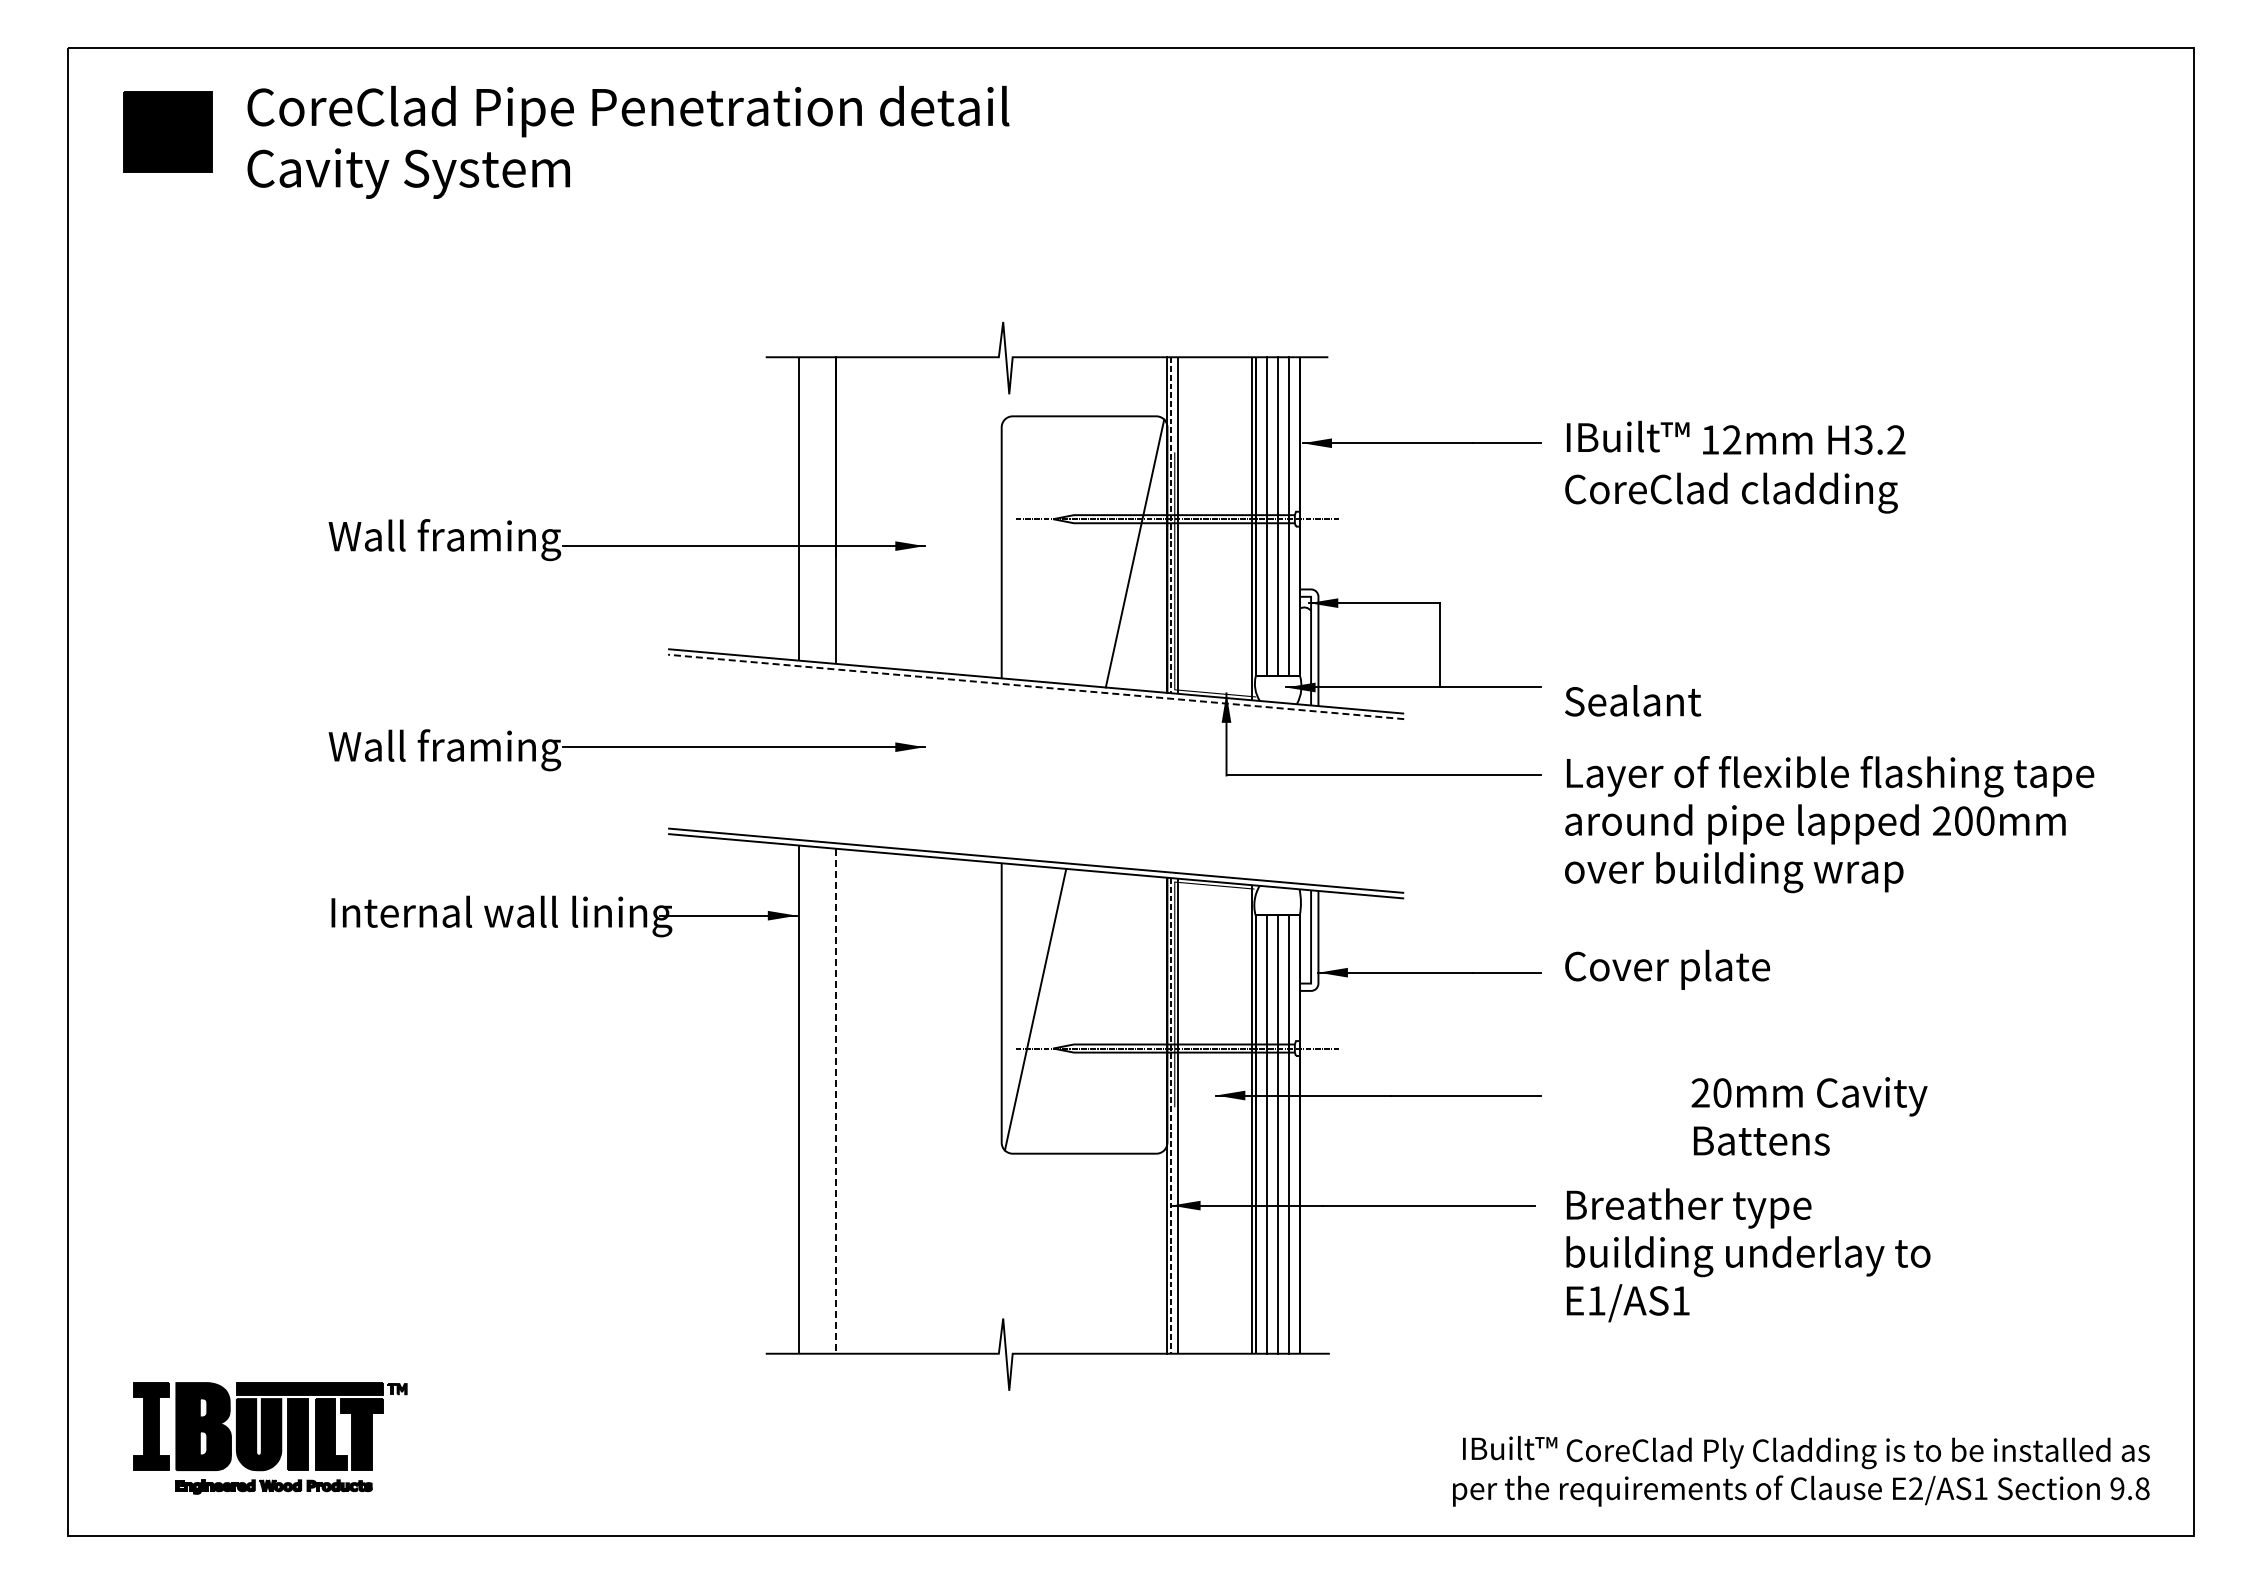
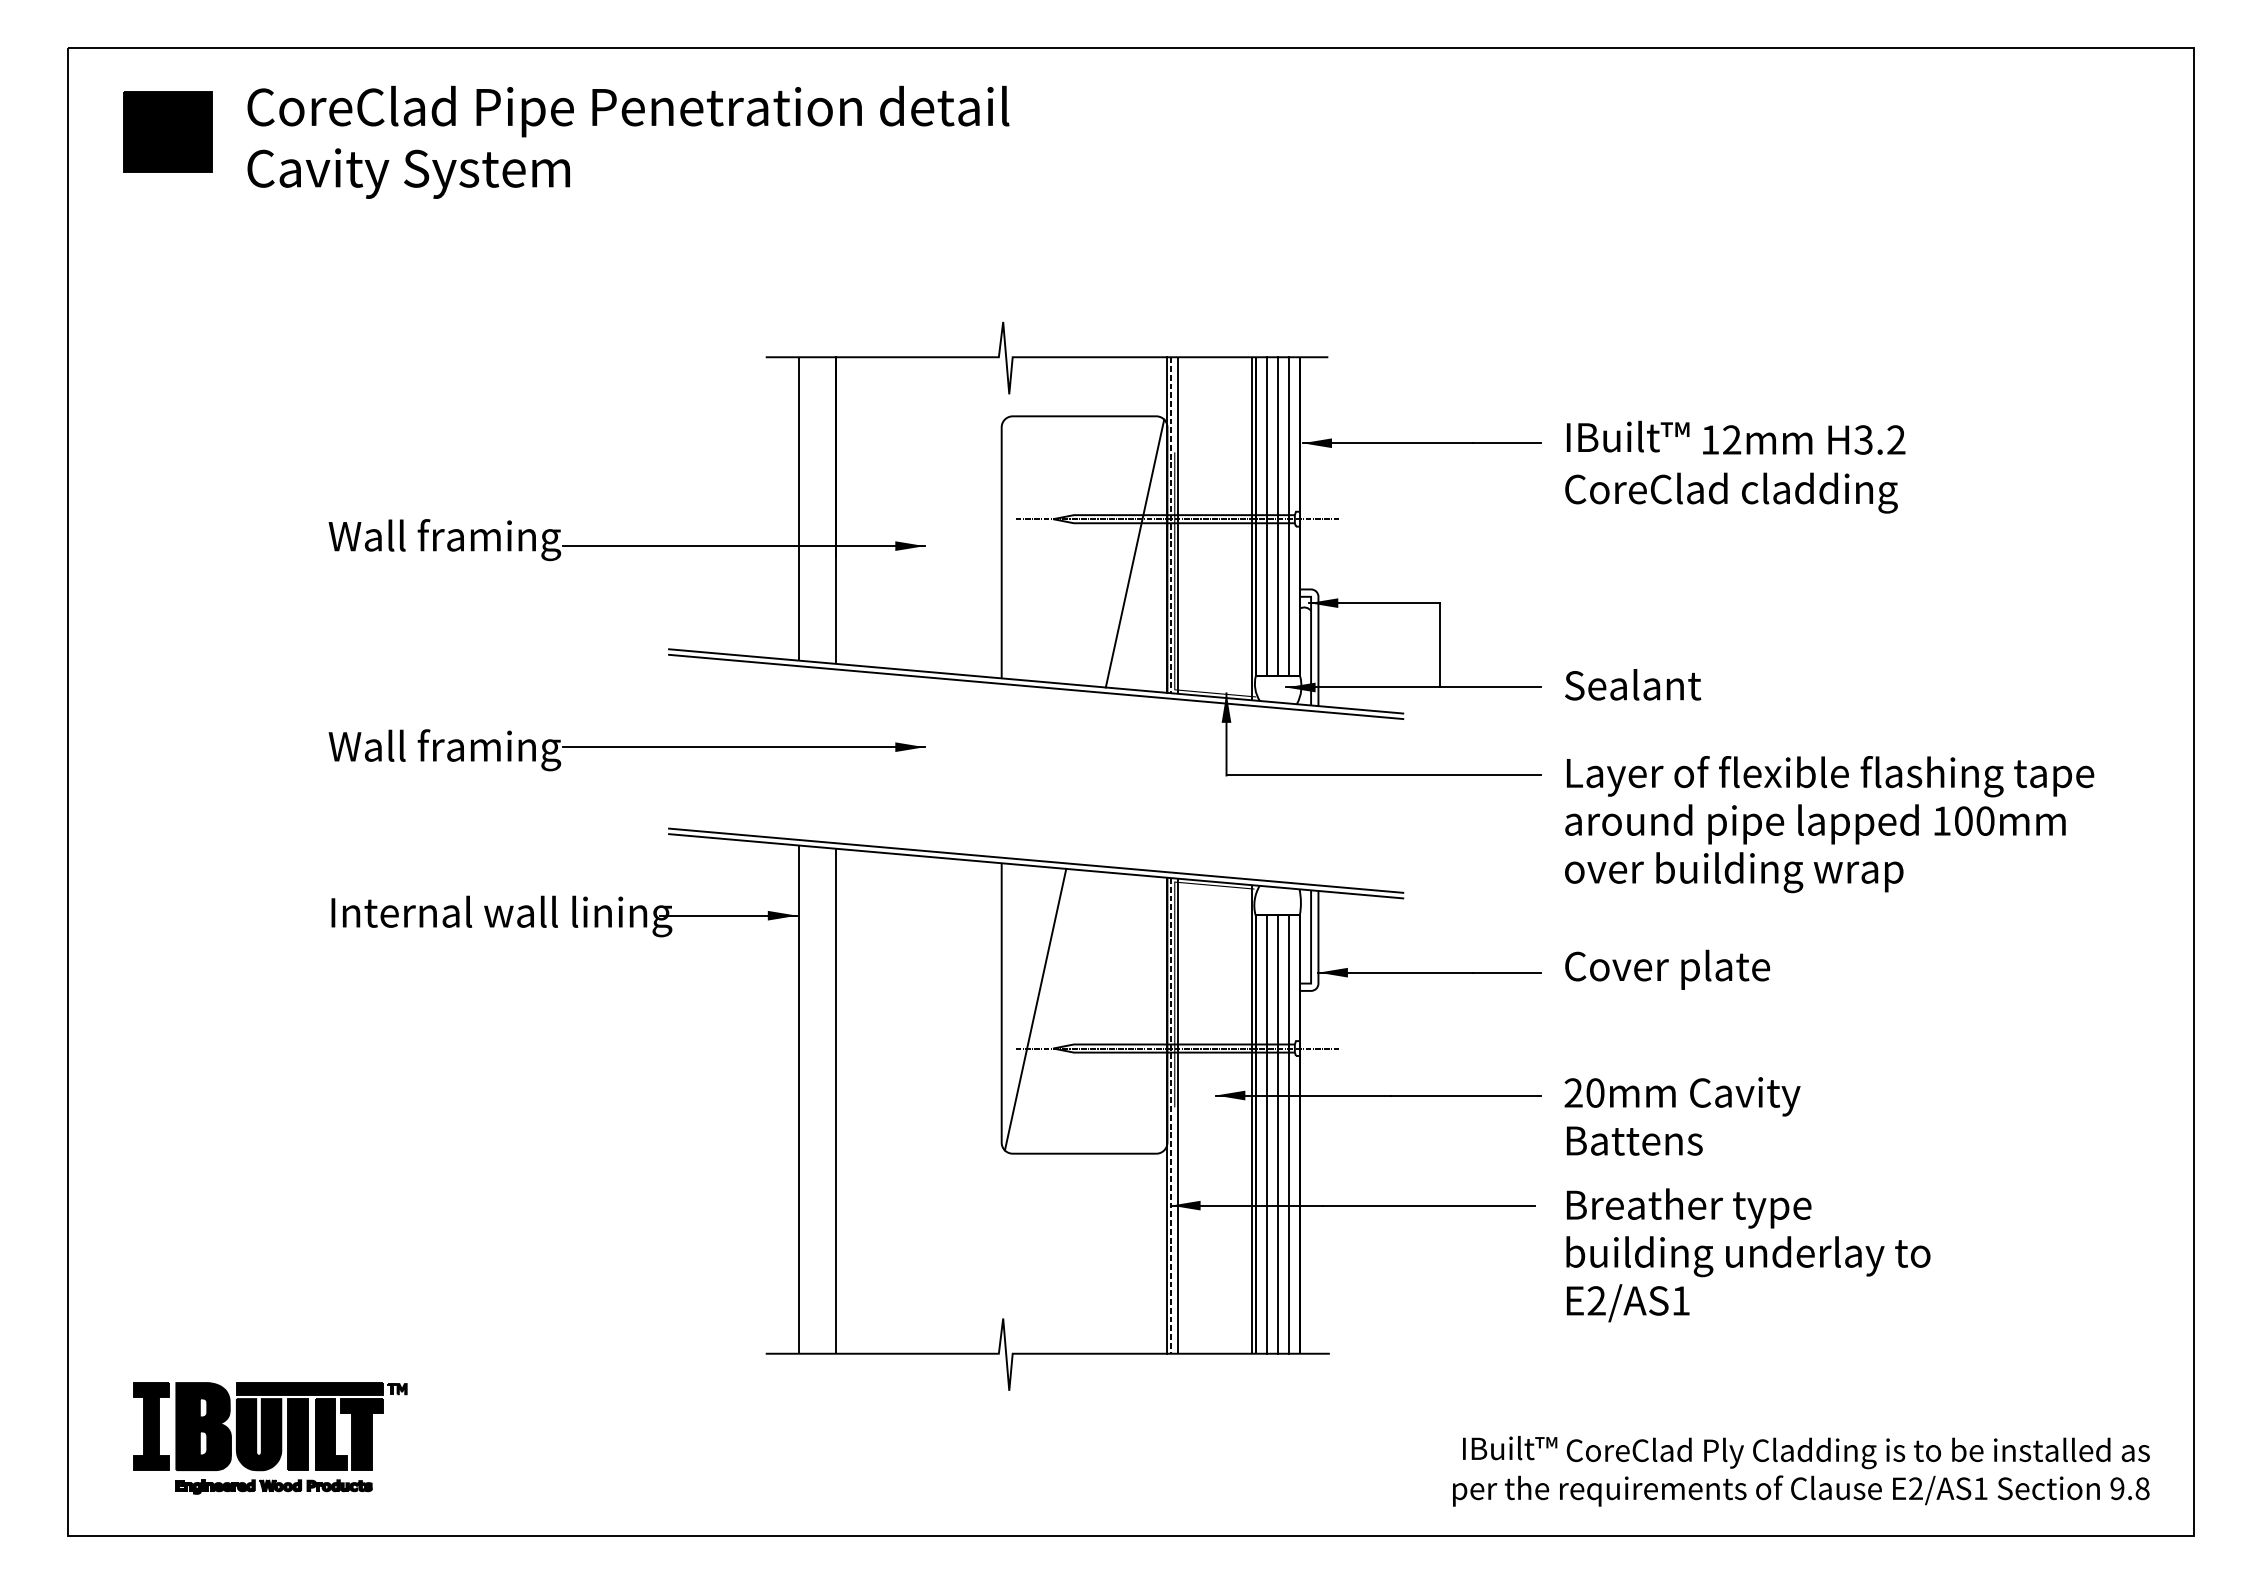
line at (1035, 686): dashed -> solid
text at (1633, 700) position: (1633, 700) -> (1633, 684)
text at (1941, 820): 200mm -> 100mm
line at (835, 1101): dashed -> solid
text at (1809, 1116) position: (1809, 1116) -> (1682, 1116)
text at (1596, 1300): E1/AS1 -> E2/AS1
